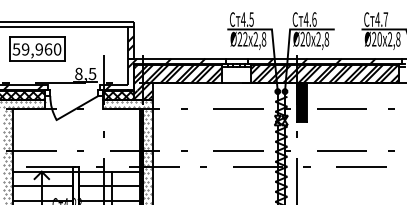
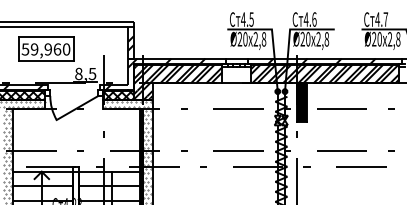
text at (245, 39): Ø22 -> Ø20
part at (37, 48) position: (37, 48) -> (46, 48)
